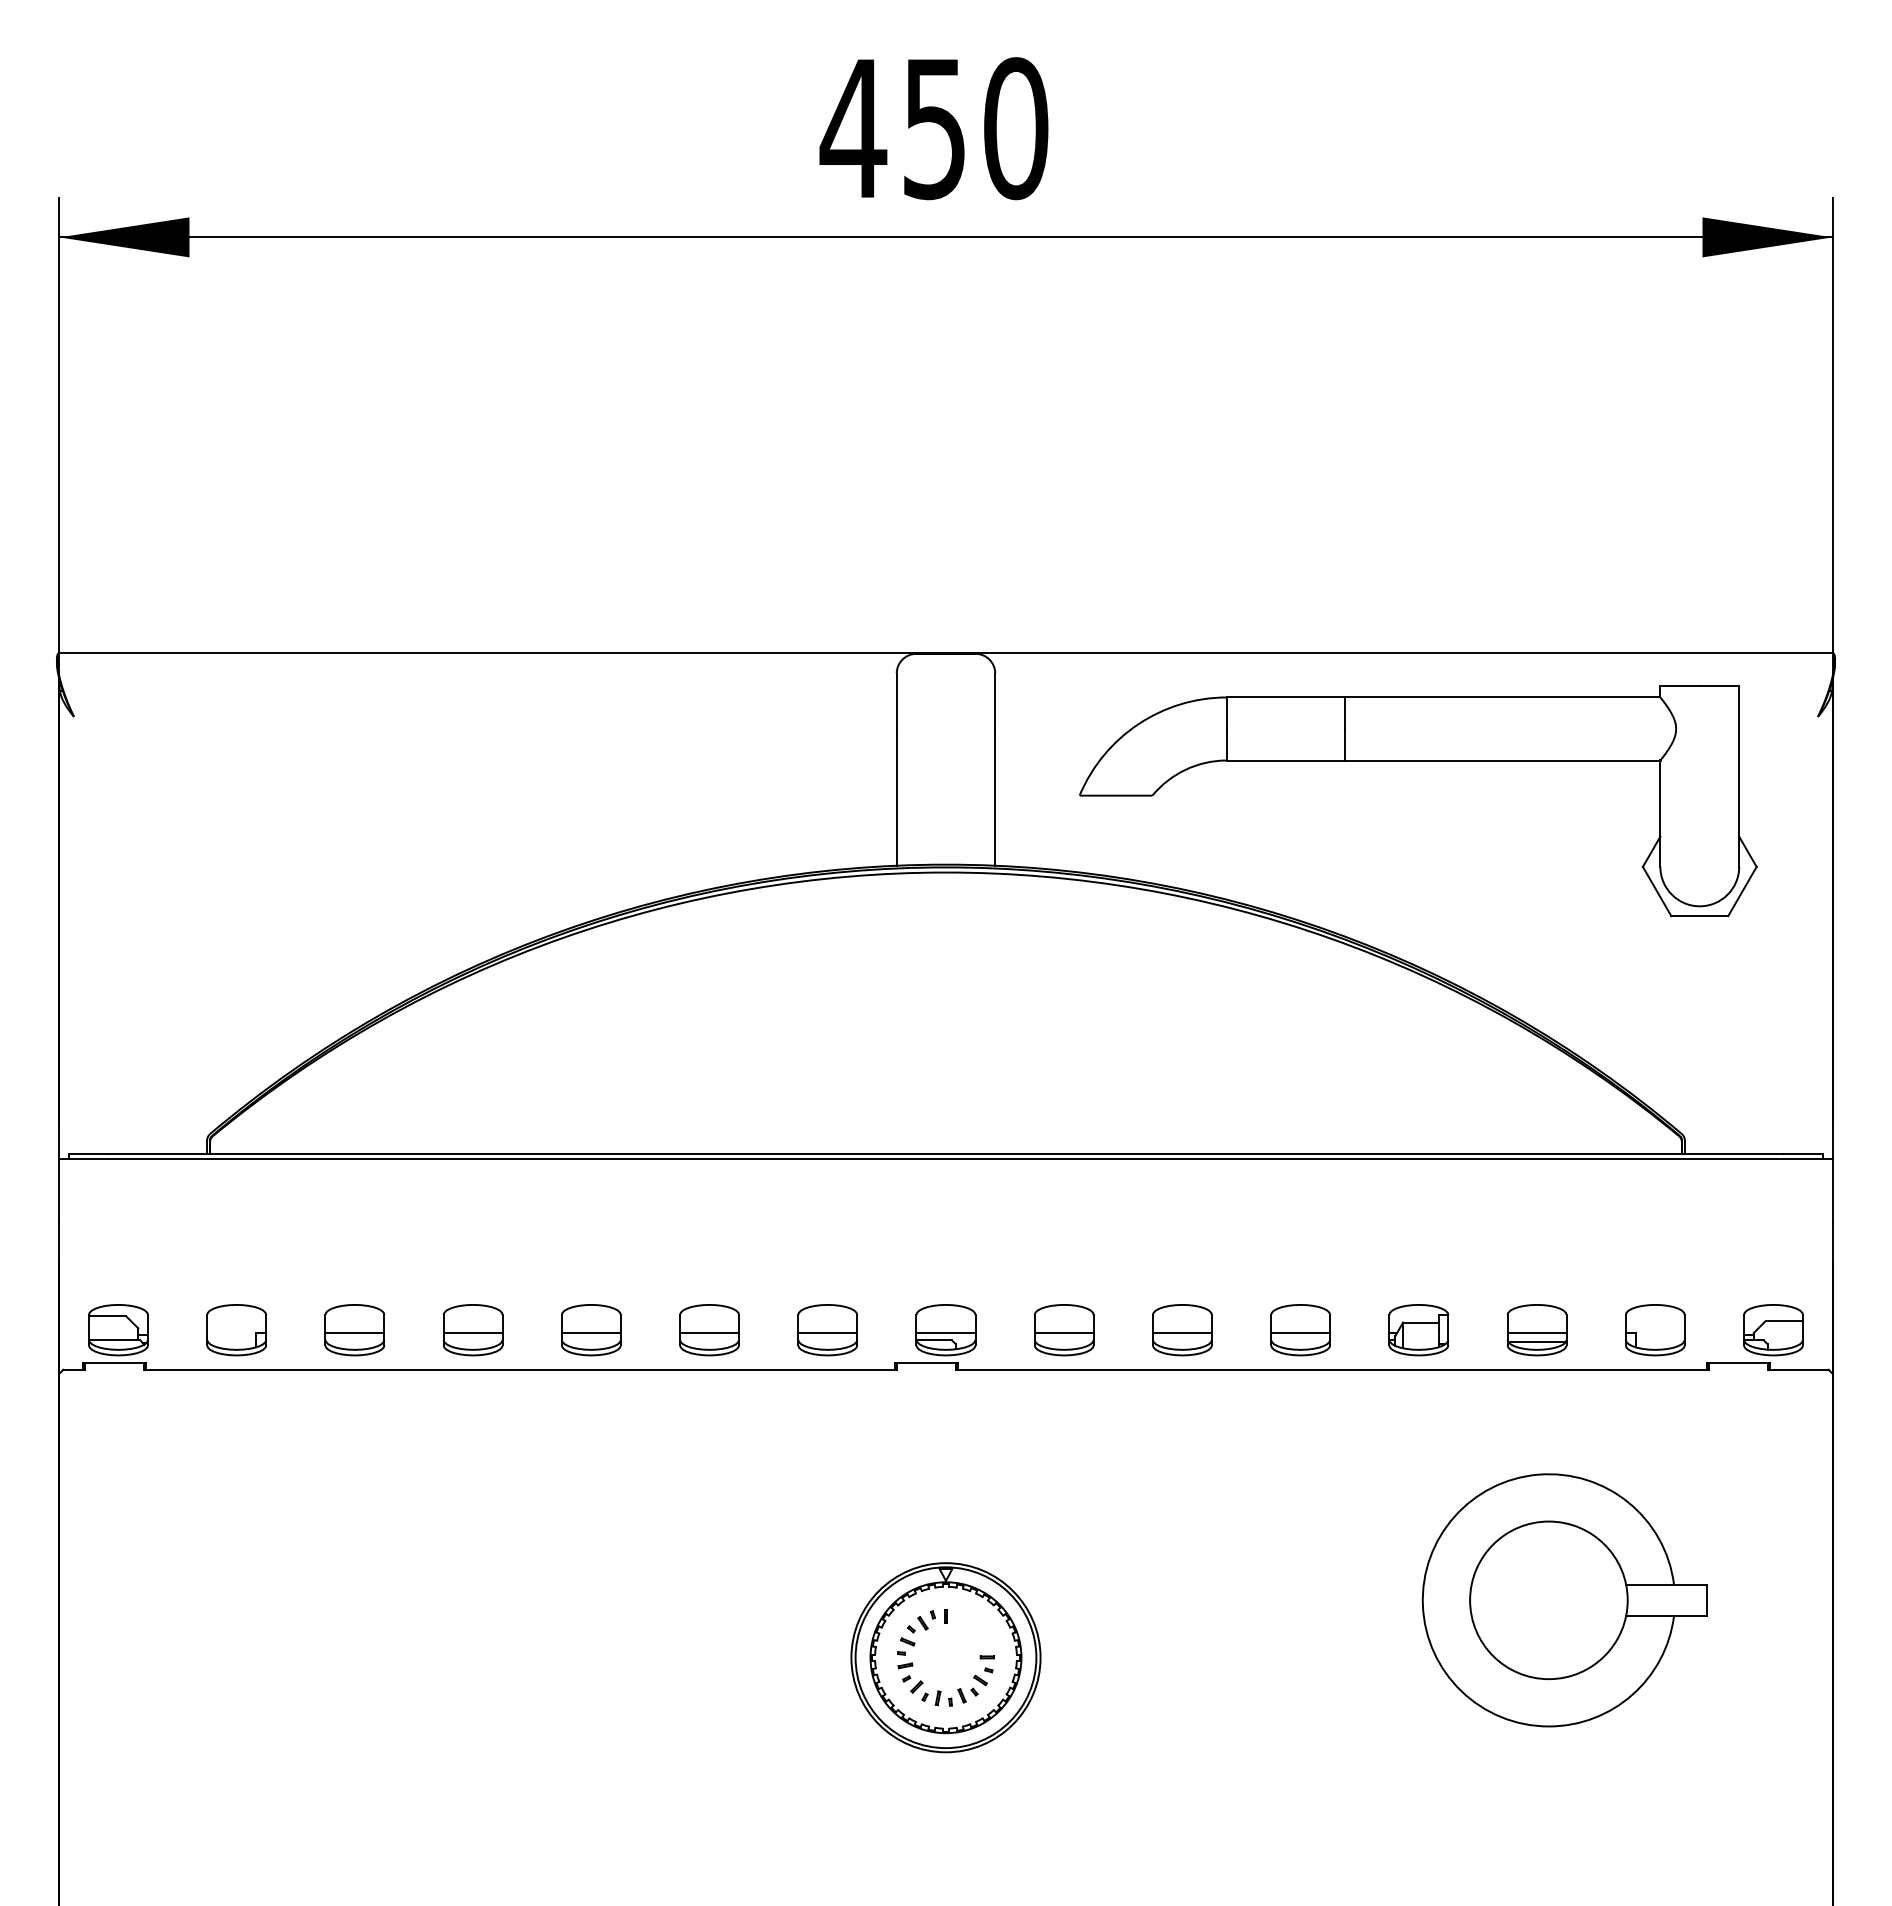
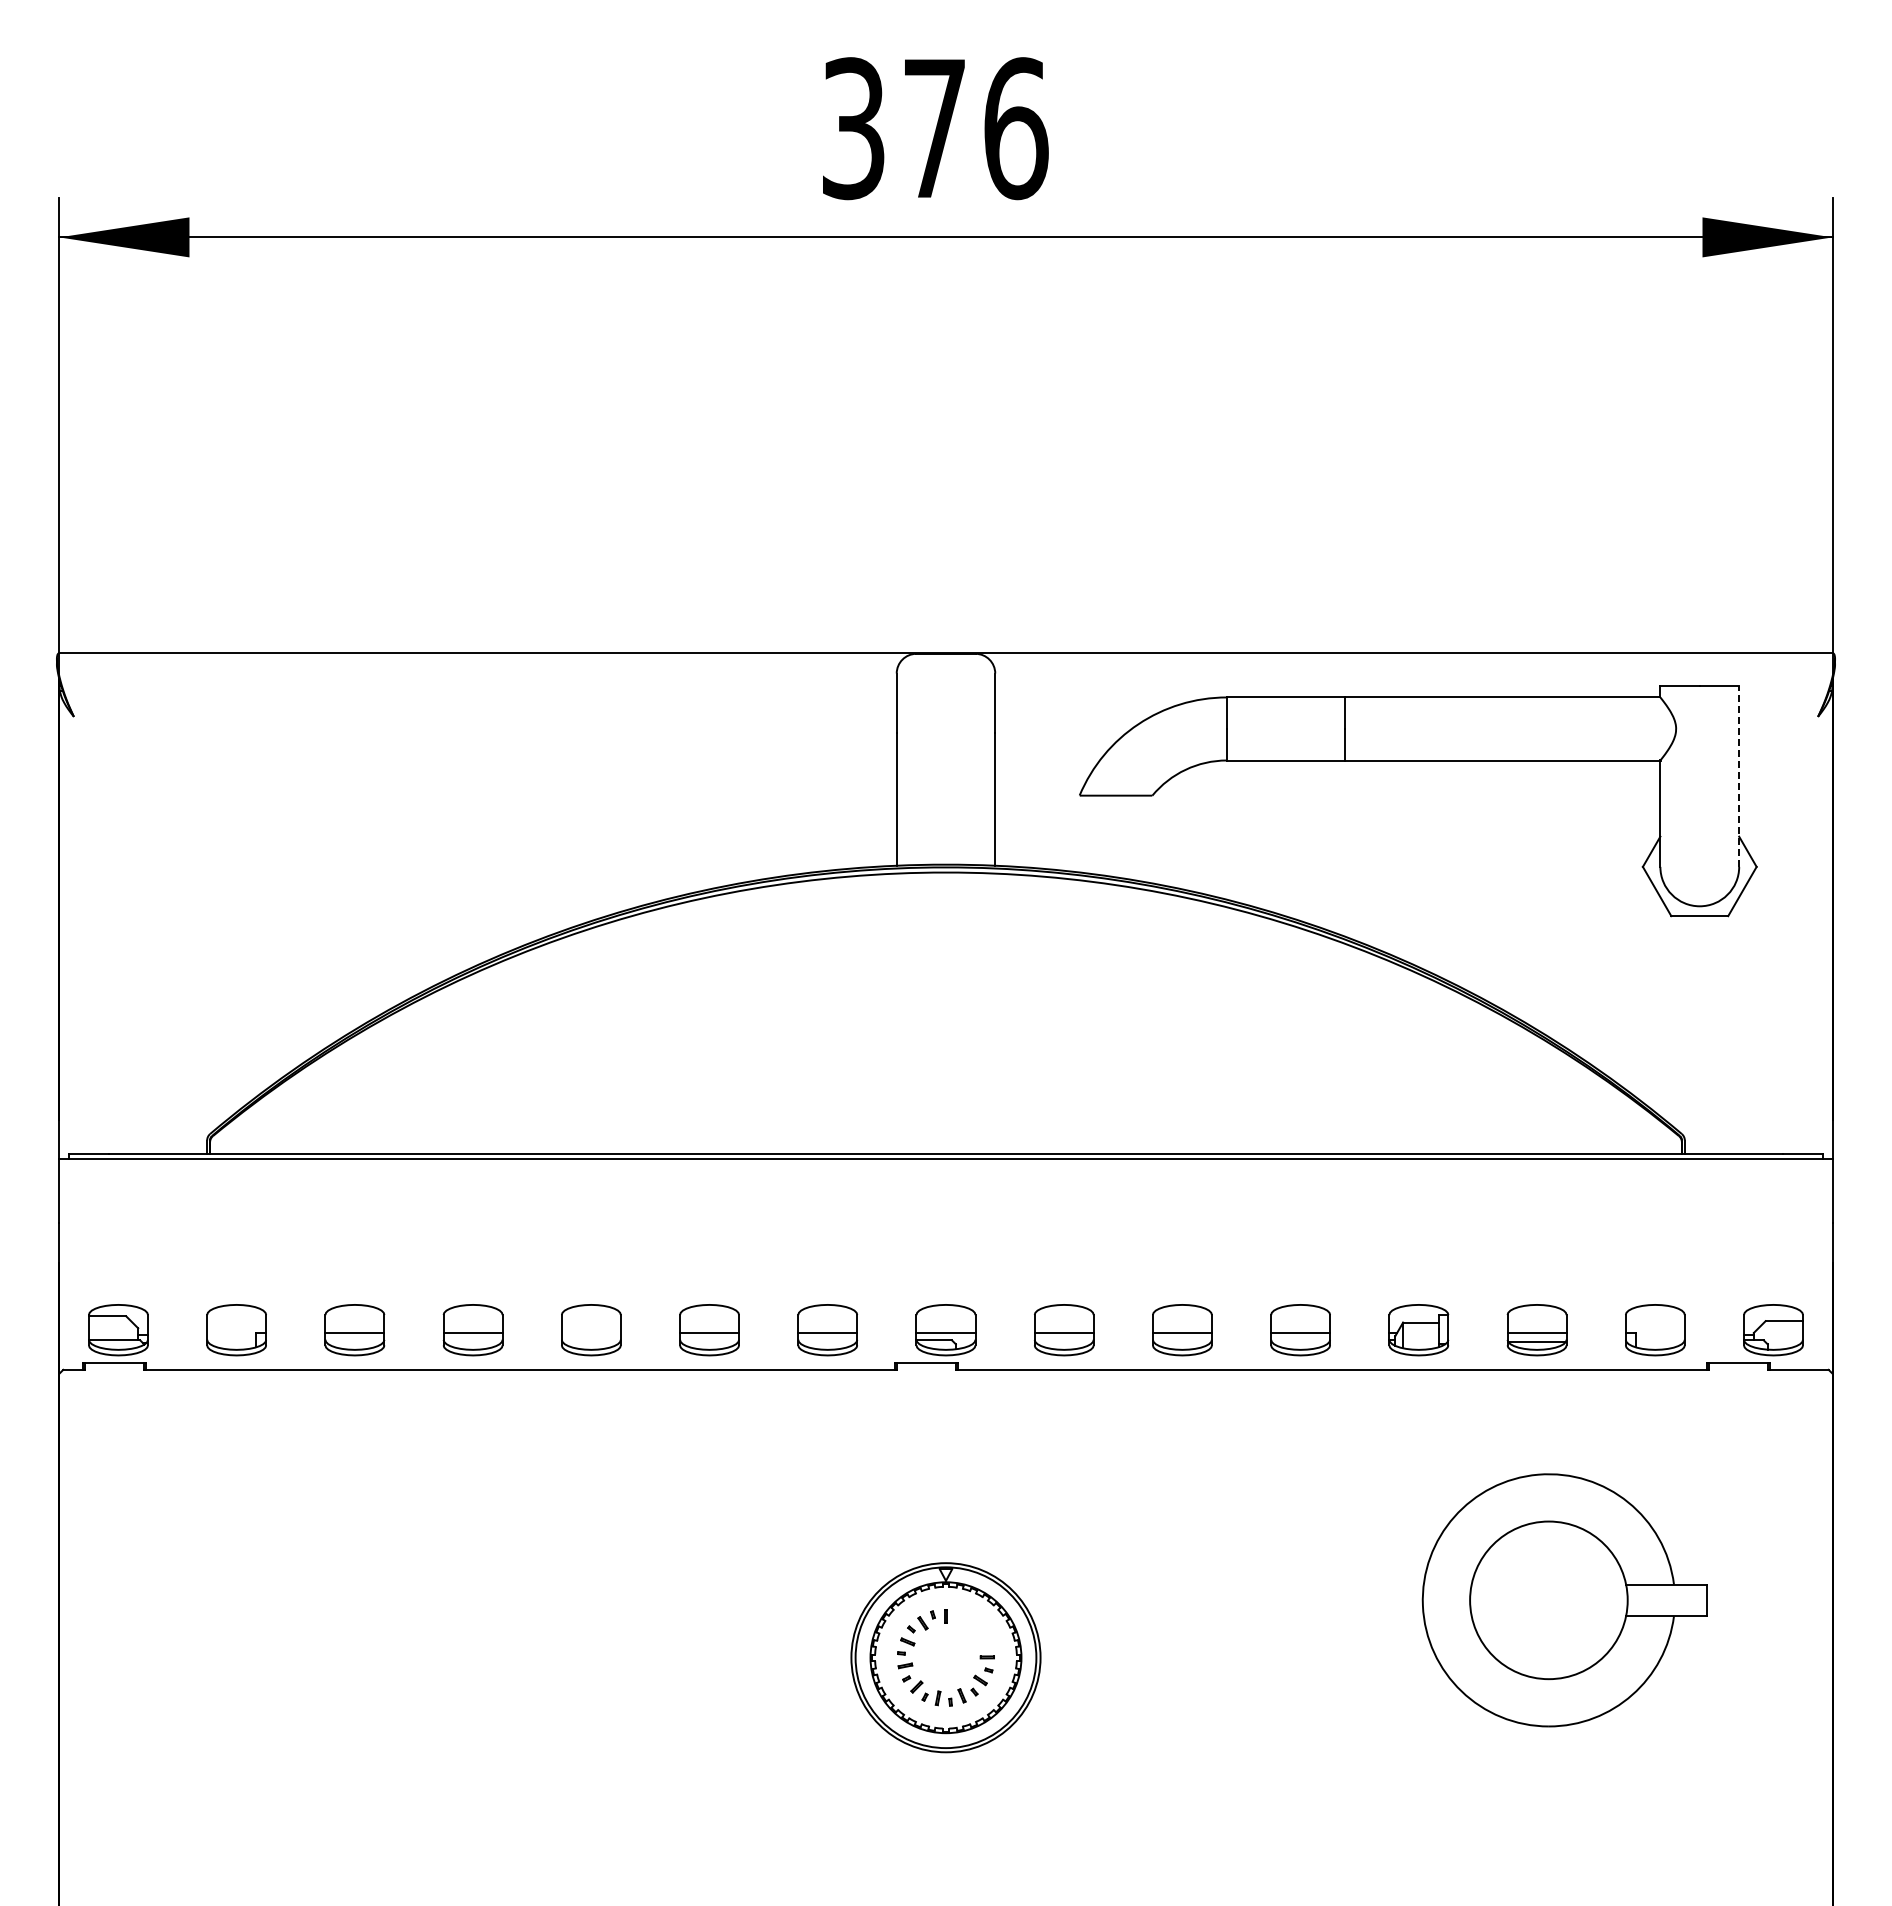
text at (933, 128): 450 -> 376
line at (1739, 776): solid -> dashed
line at (590, 1333): present -> none
